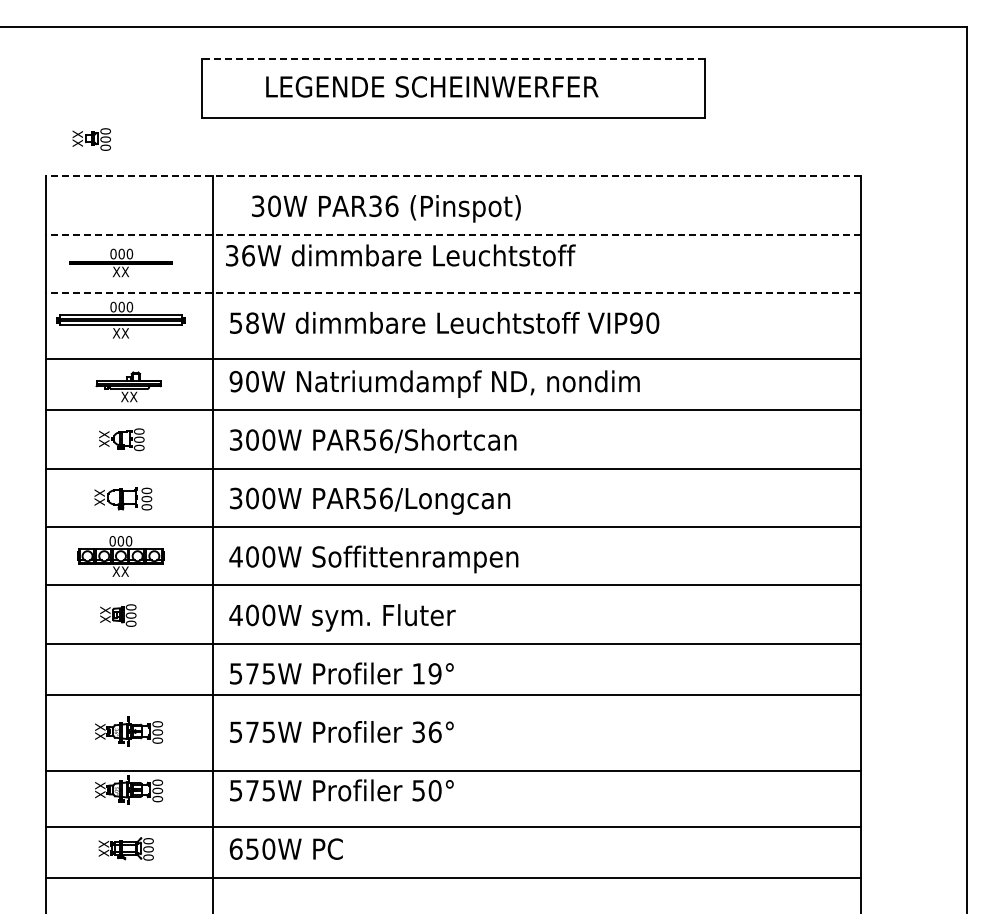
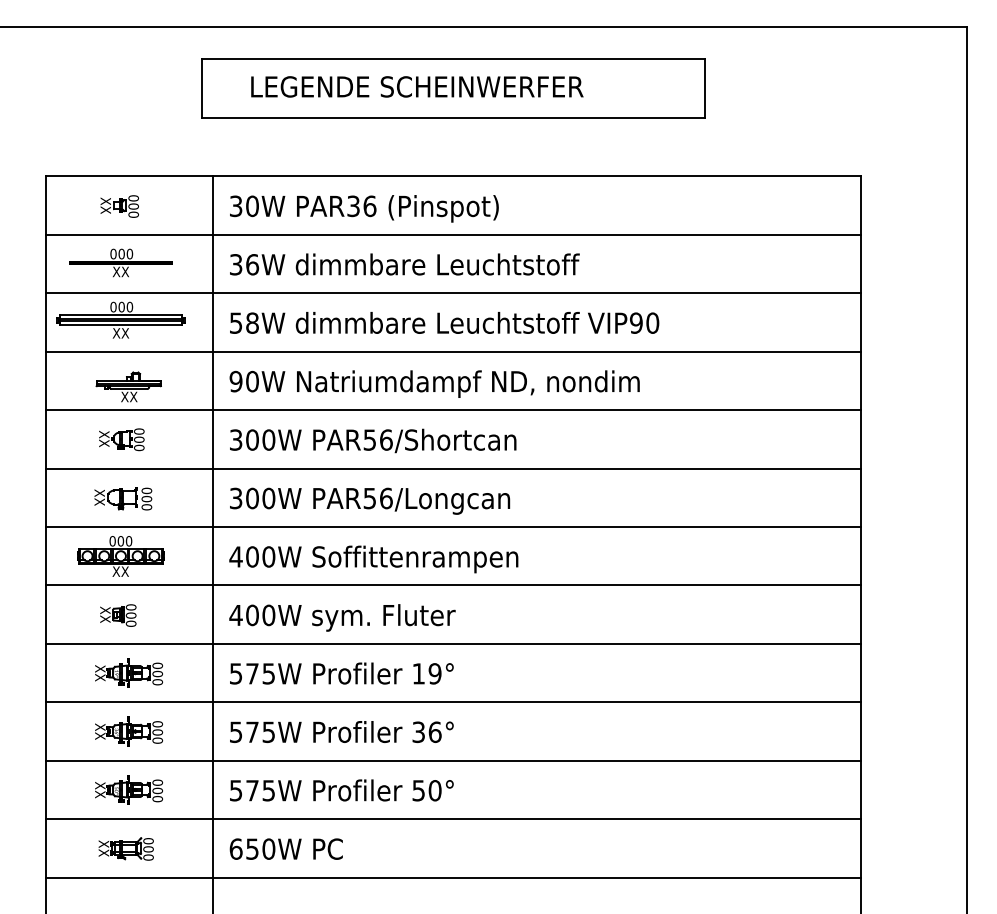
line at (453, 59): dashed -> solid
text at (432, 86) position: (432, 86) -> (417, 86)
part at (91, 139) position: (91, 139) -> (119, 206)
line at (453, 176): dashed -> solid
text at (386, 208) position: (386, 208) -> (364, 208)
line at (453, 234): dashed -> solid
text at (400, 255) position: (400, 255) -> (404, 264)
line at (453, 293): dashed -> solid
line at (453, 358) position: (453, 358) -> (453, 351)
part at (129, 672): none -> present
line at (453, 695) position: (453, 695) -> (453, 702)
line at (453, 770) position: (453, 770) -> (453, 760)
line at (453, 827) position: (453, 827) -> (453, 819)
